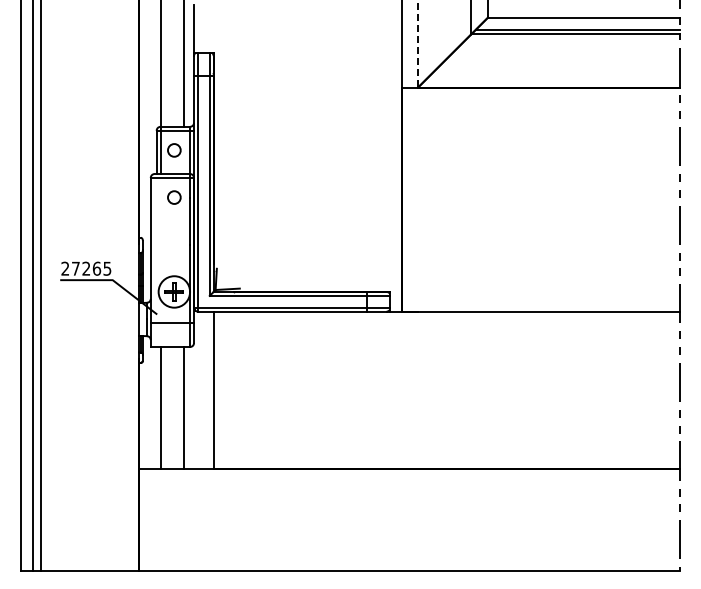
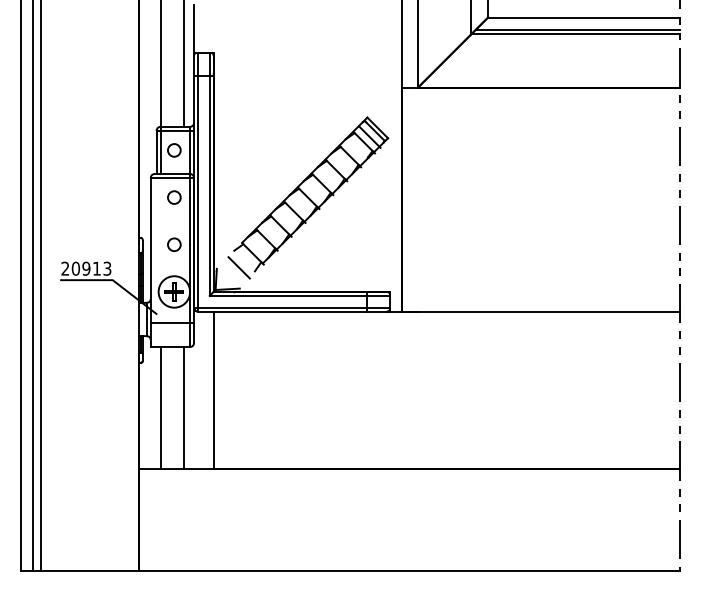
line at (418, 44): dashed -> solid
part at (308, 197): none -> present
circle at (174, 244): none -> present
text at (91, 268): 27265 -> 20913
